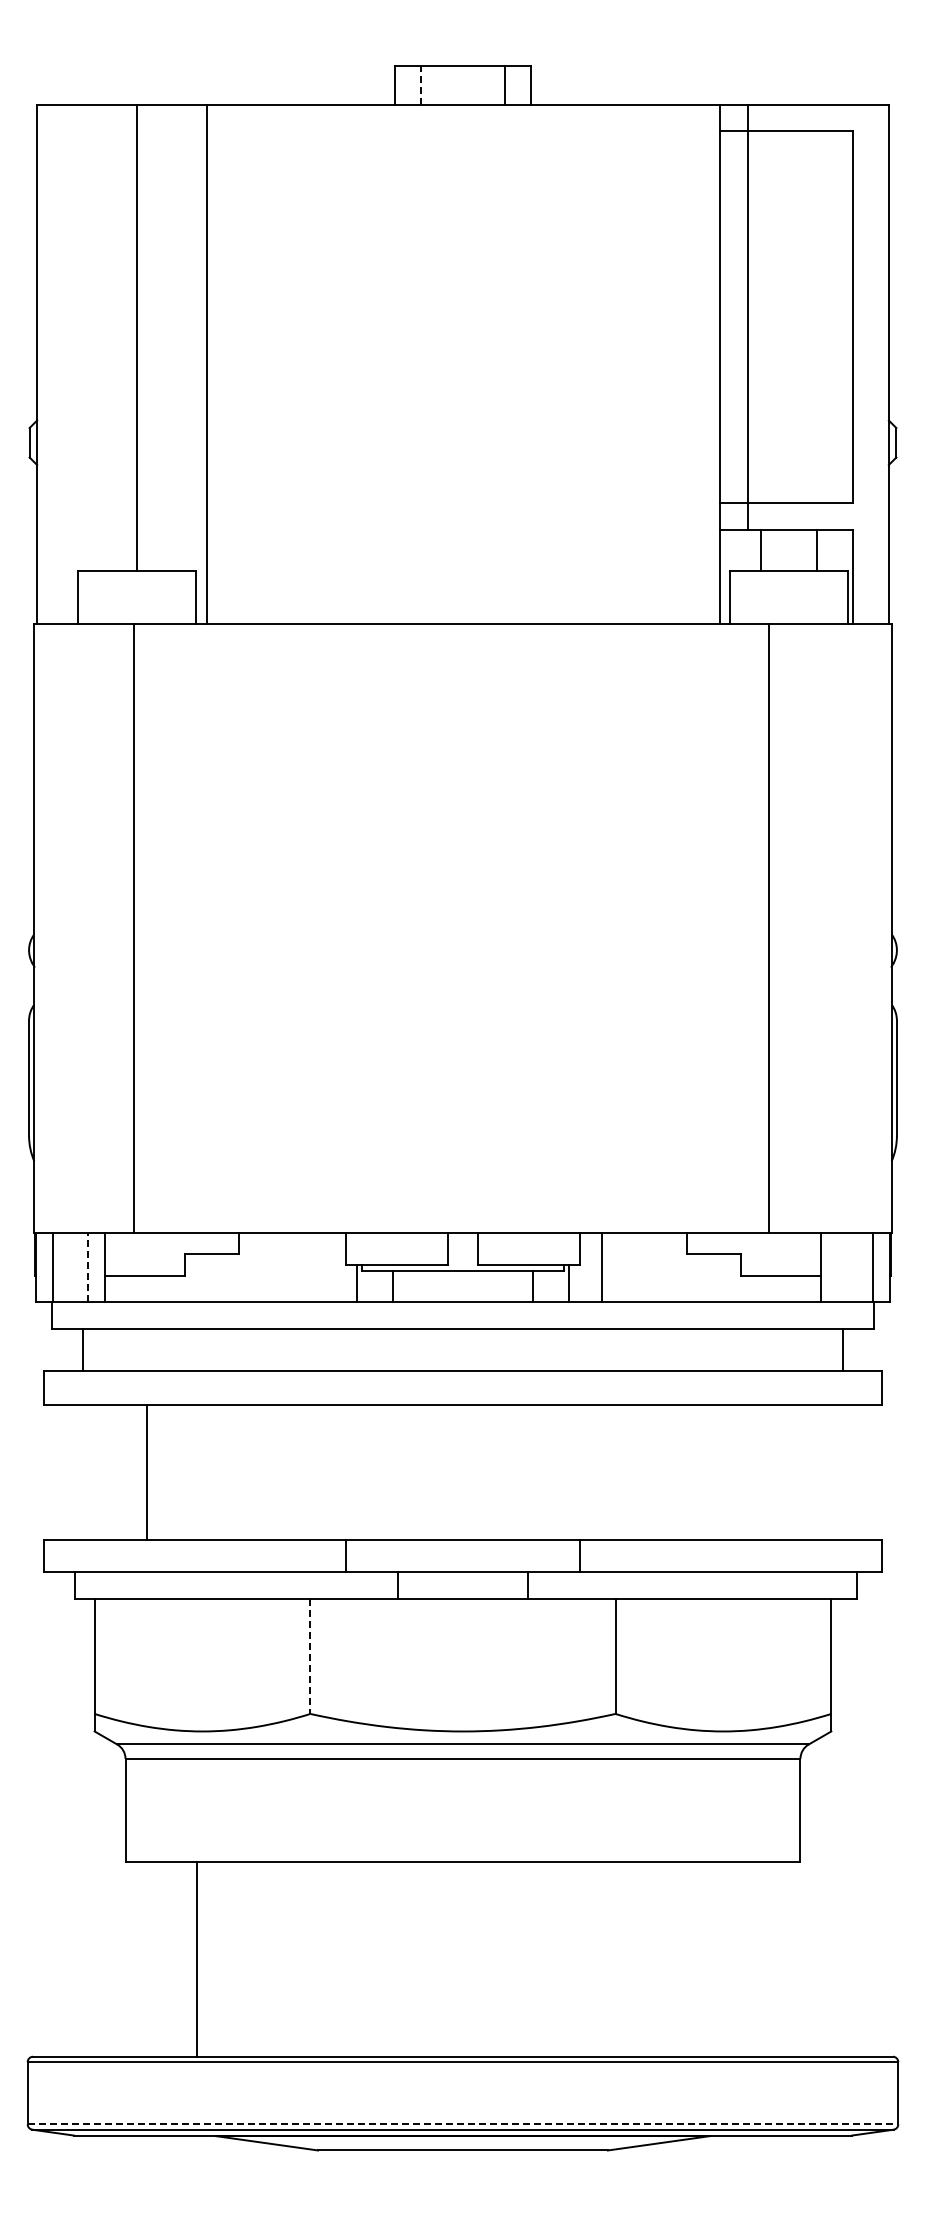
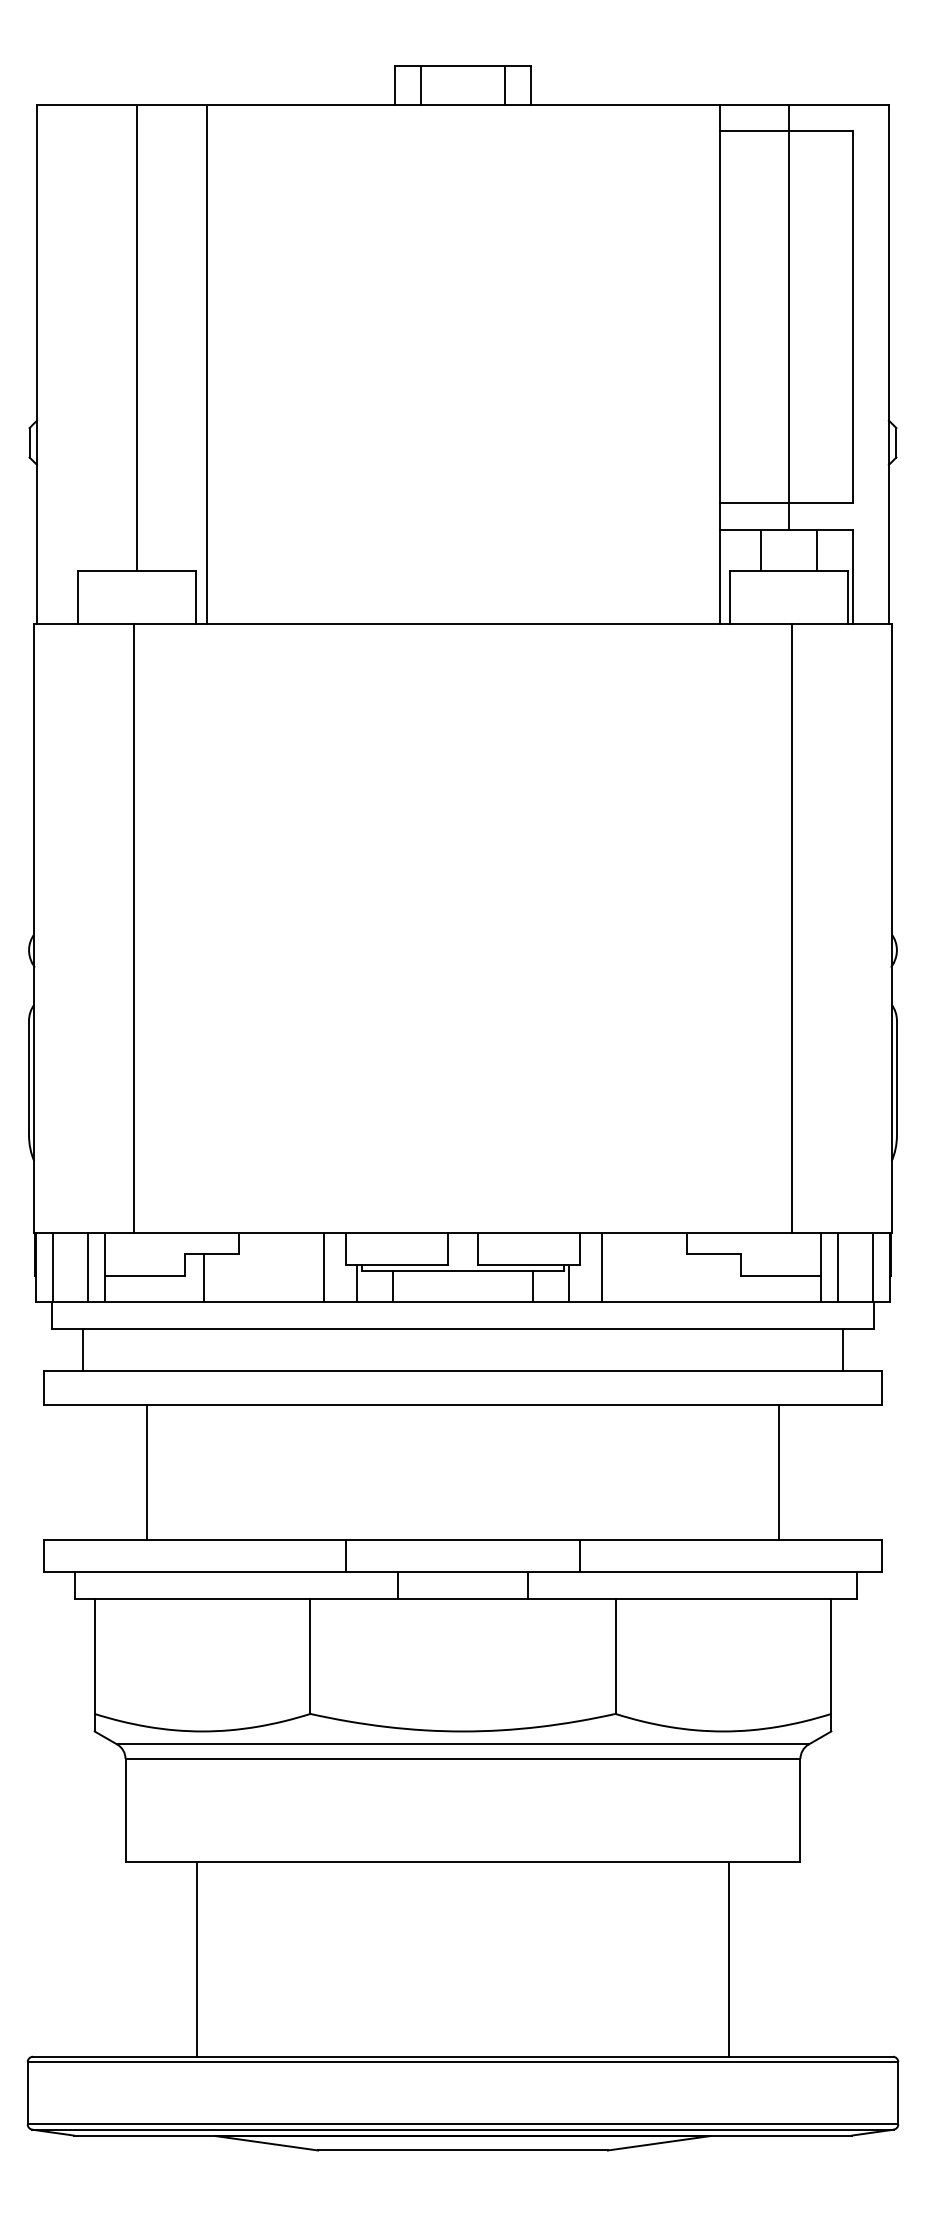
line at (421, 85): dashed -> solid
line at (748, 316) position: (748, 316) -> (789, 316)
line at (769, 928) position: (769, 928) -> (792, 928)
line at (87, 1267): dashed -> solid
line at (323, 1267): none -> present
line at (838, 1267): none -> present
line at (204, 1278): none -> present
line at (779, 1471): none -> present
line at (310, 1656): dashed -> solid
line at (728, 1958): none -> present
line at (463, 2124): dashed -> solid
